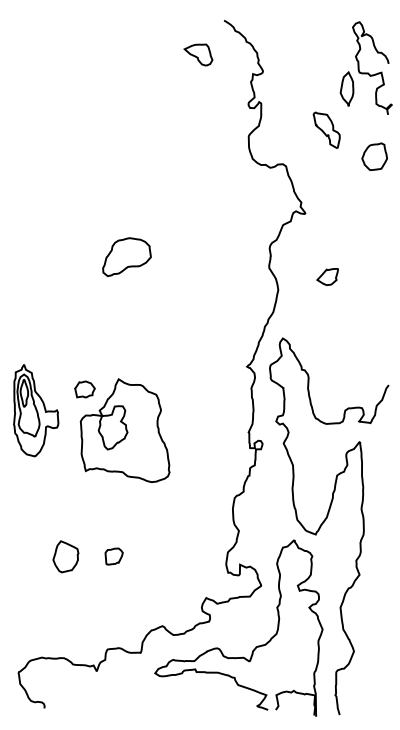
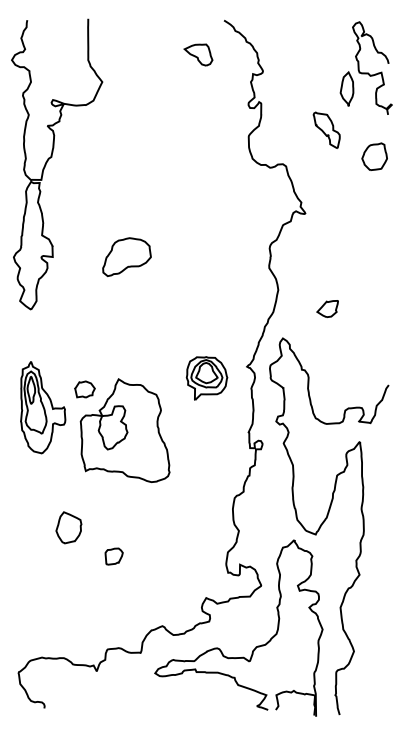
part at (51, 158): none -> present
part at (327, 276) position: (327, 276) -> (327, 308)
part at (206, 378): none -> present
part at (36, 410) position: (36, 410) -> (43, 407)
part at (65, 556) position: (65, 556) -> (68, 527)
